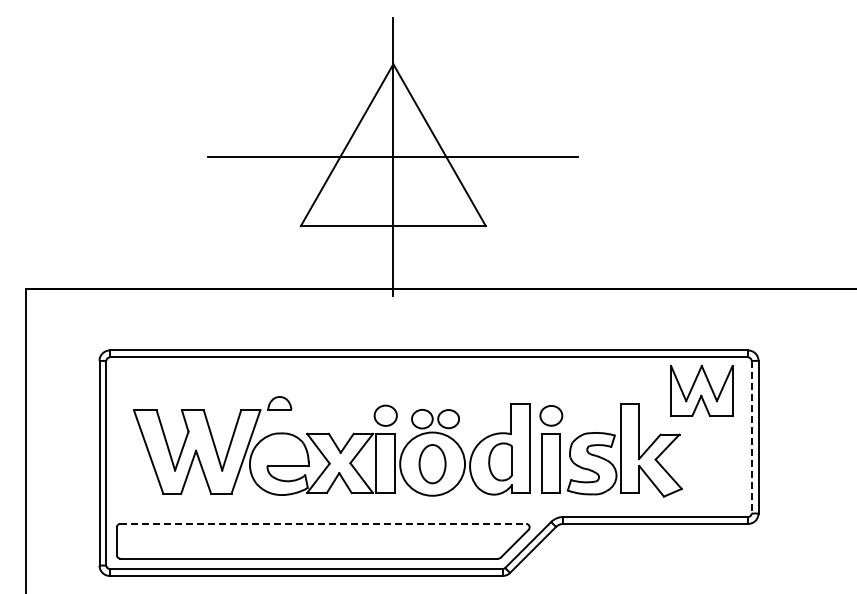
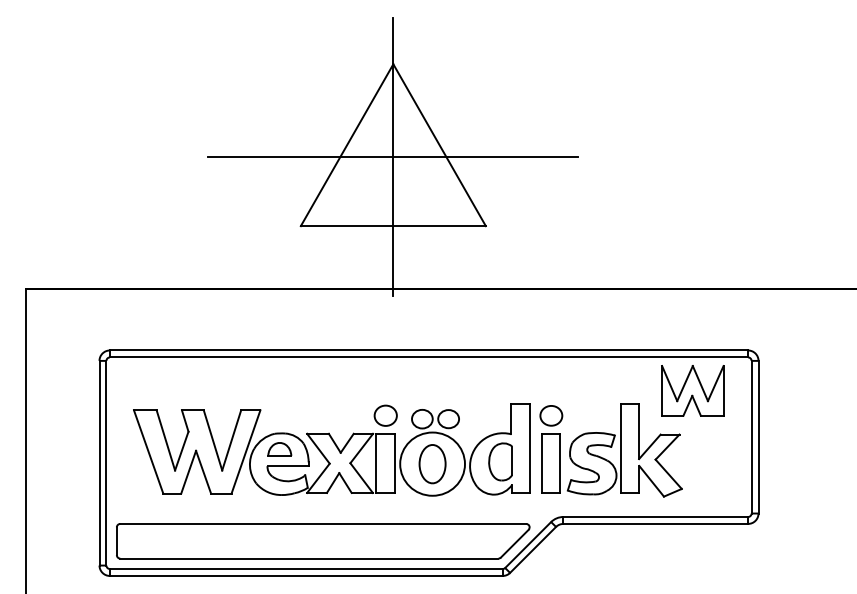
part at (701, 390) position: (701, 390) -> (692, 390)
part at (279, 403) position: (279, 403) -> (279, 449)
line at (751, 437): dashed -> solid
line at (323, 523): dashed -> solid
